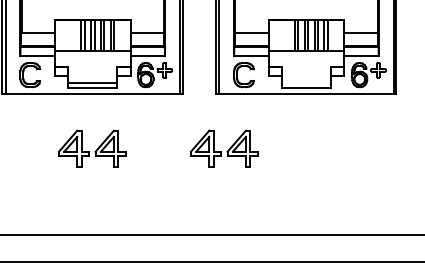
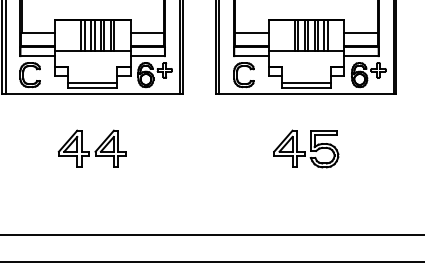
line at (306, 83): none -> present
part at (223, 148): present -> none
part at (306, 148): none -> present
